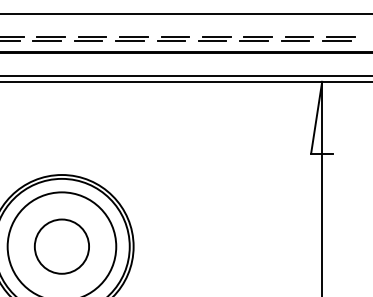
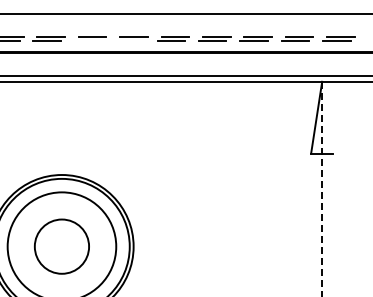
line at (88, 41): present -> none
line at (129, 41): present -> none
line at (322, 189): solid -> dashed
